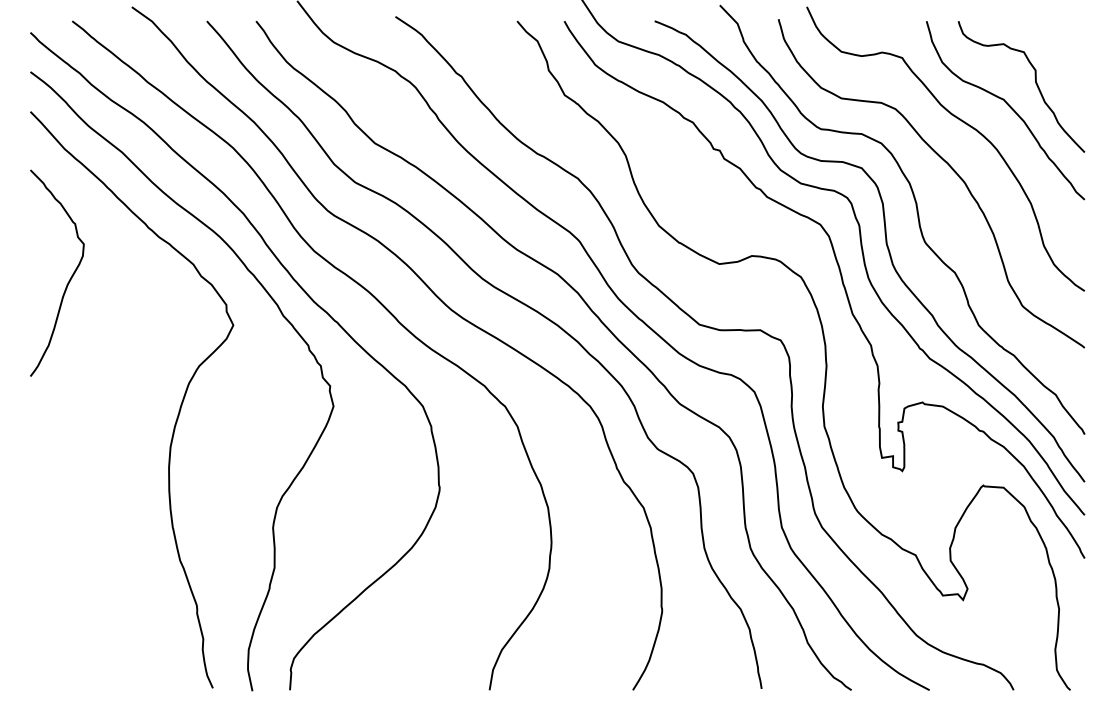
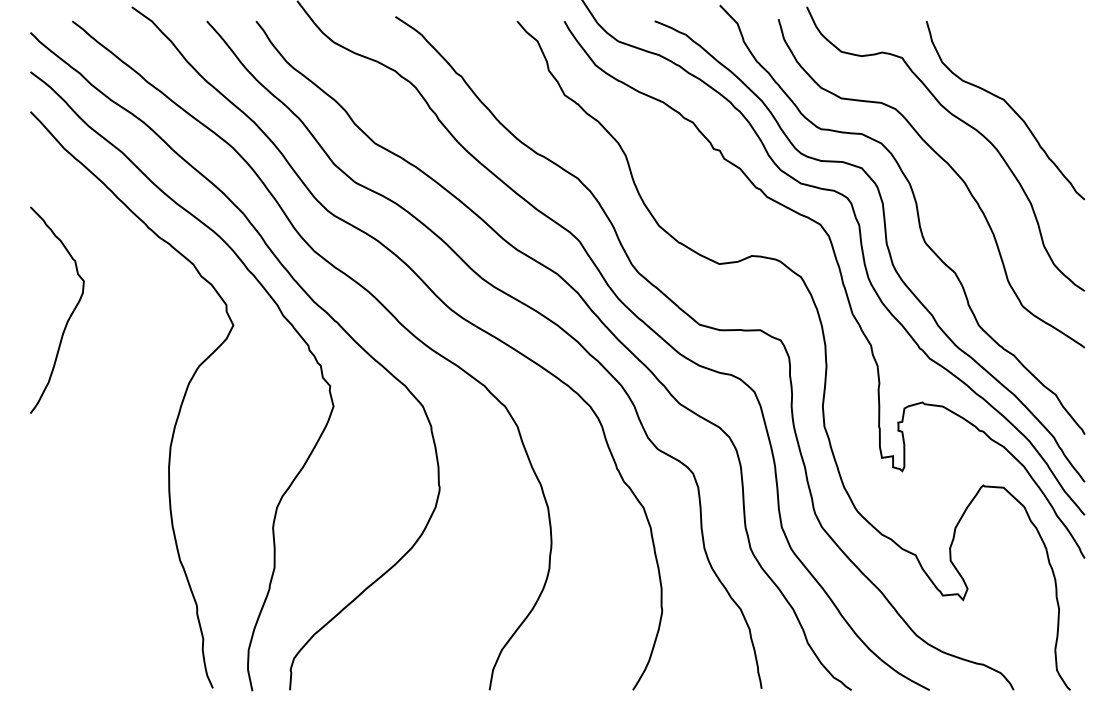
curve at (1035, 83): present -> none
curve at (69, 279) position: (69, 279) -> (69, 316)
